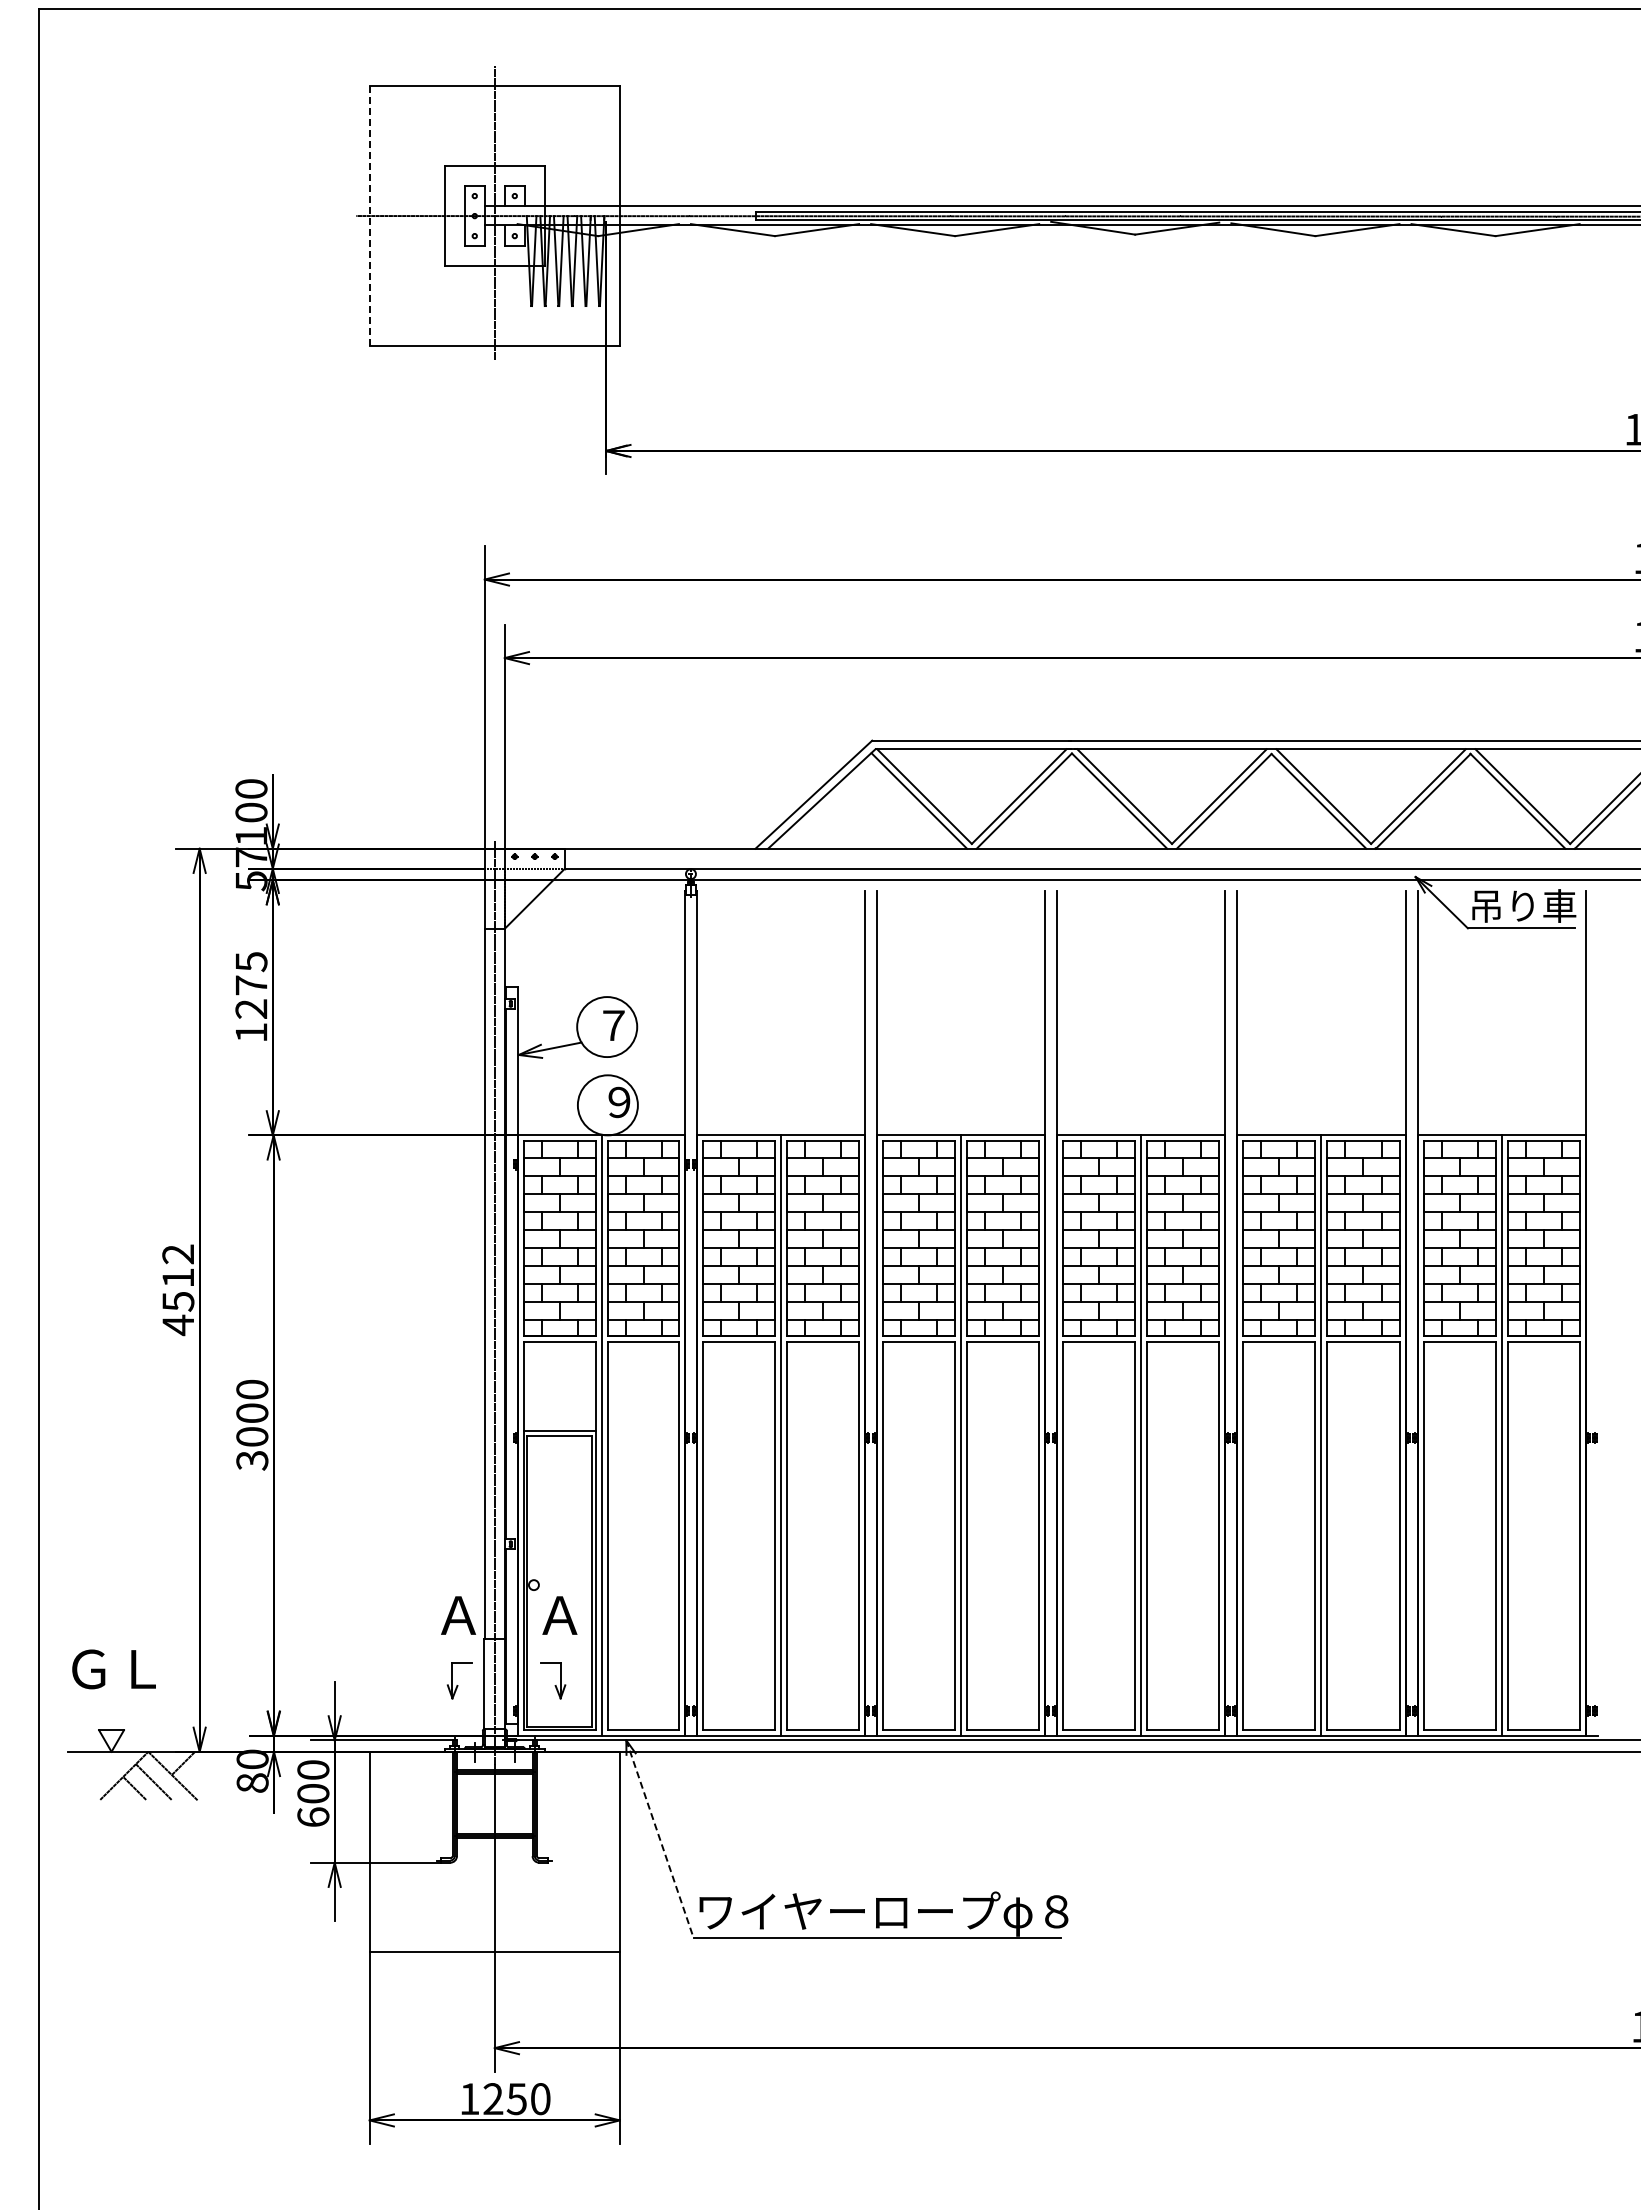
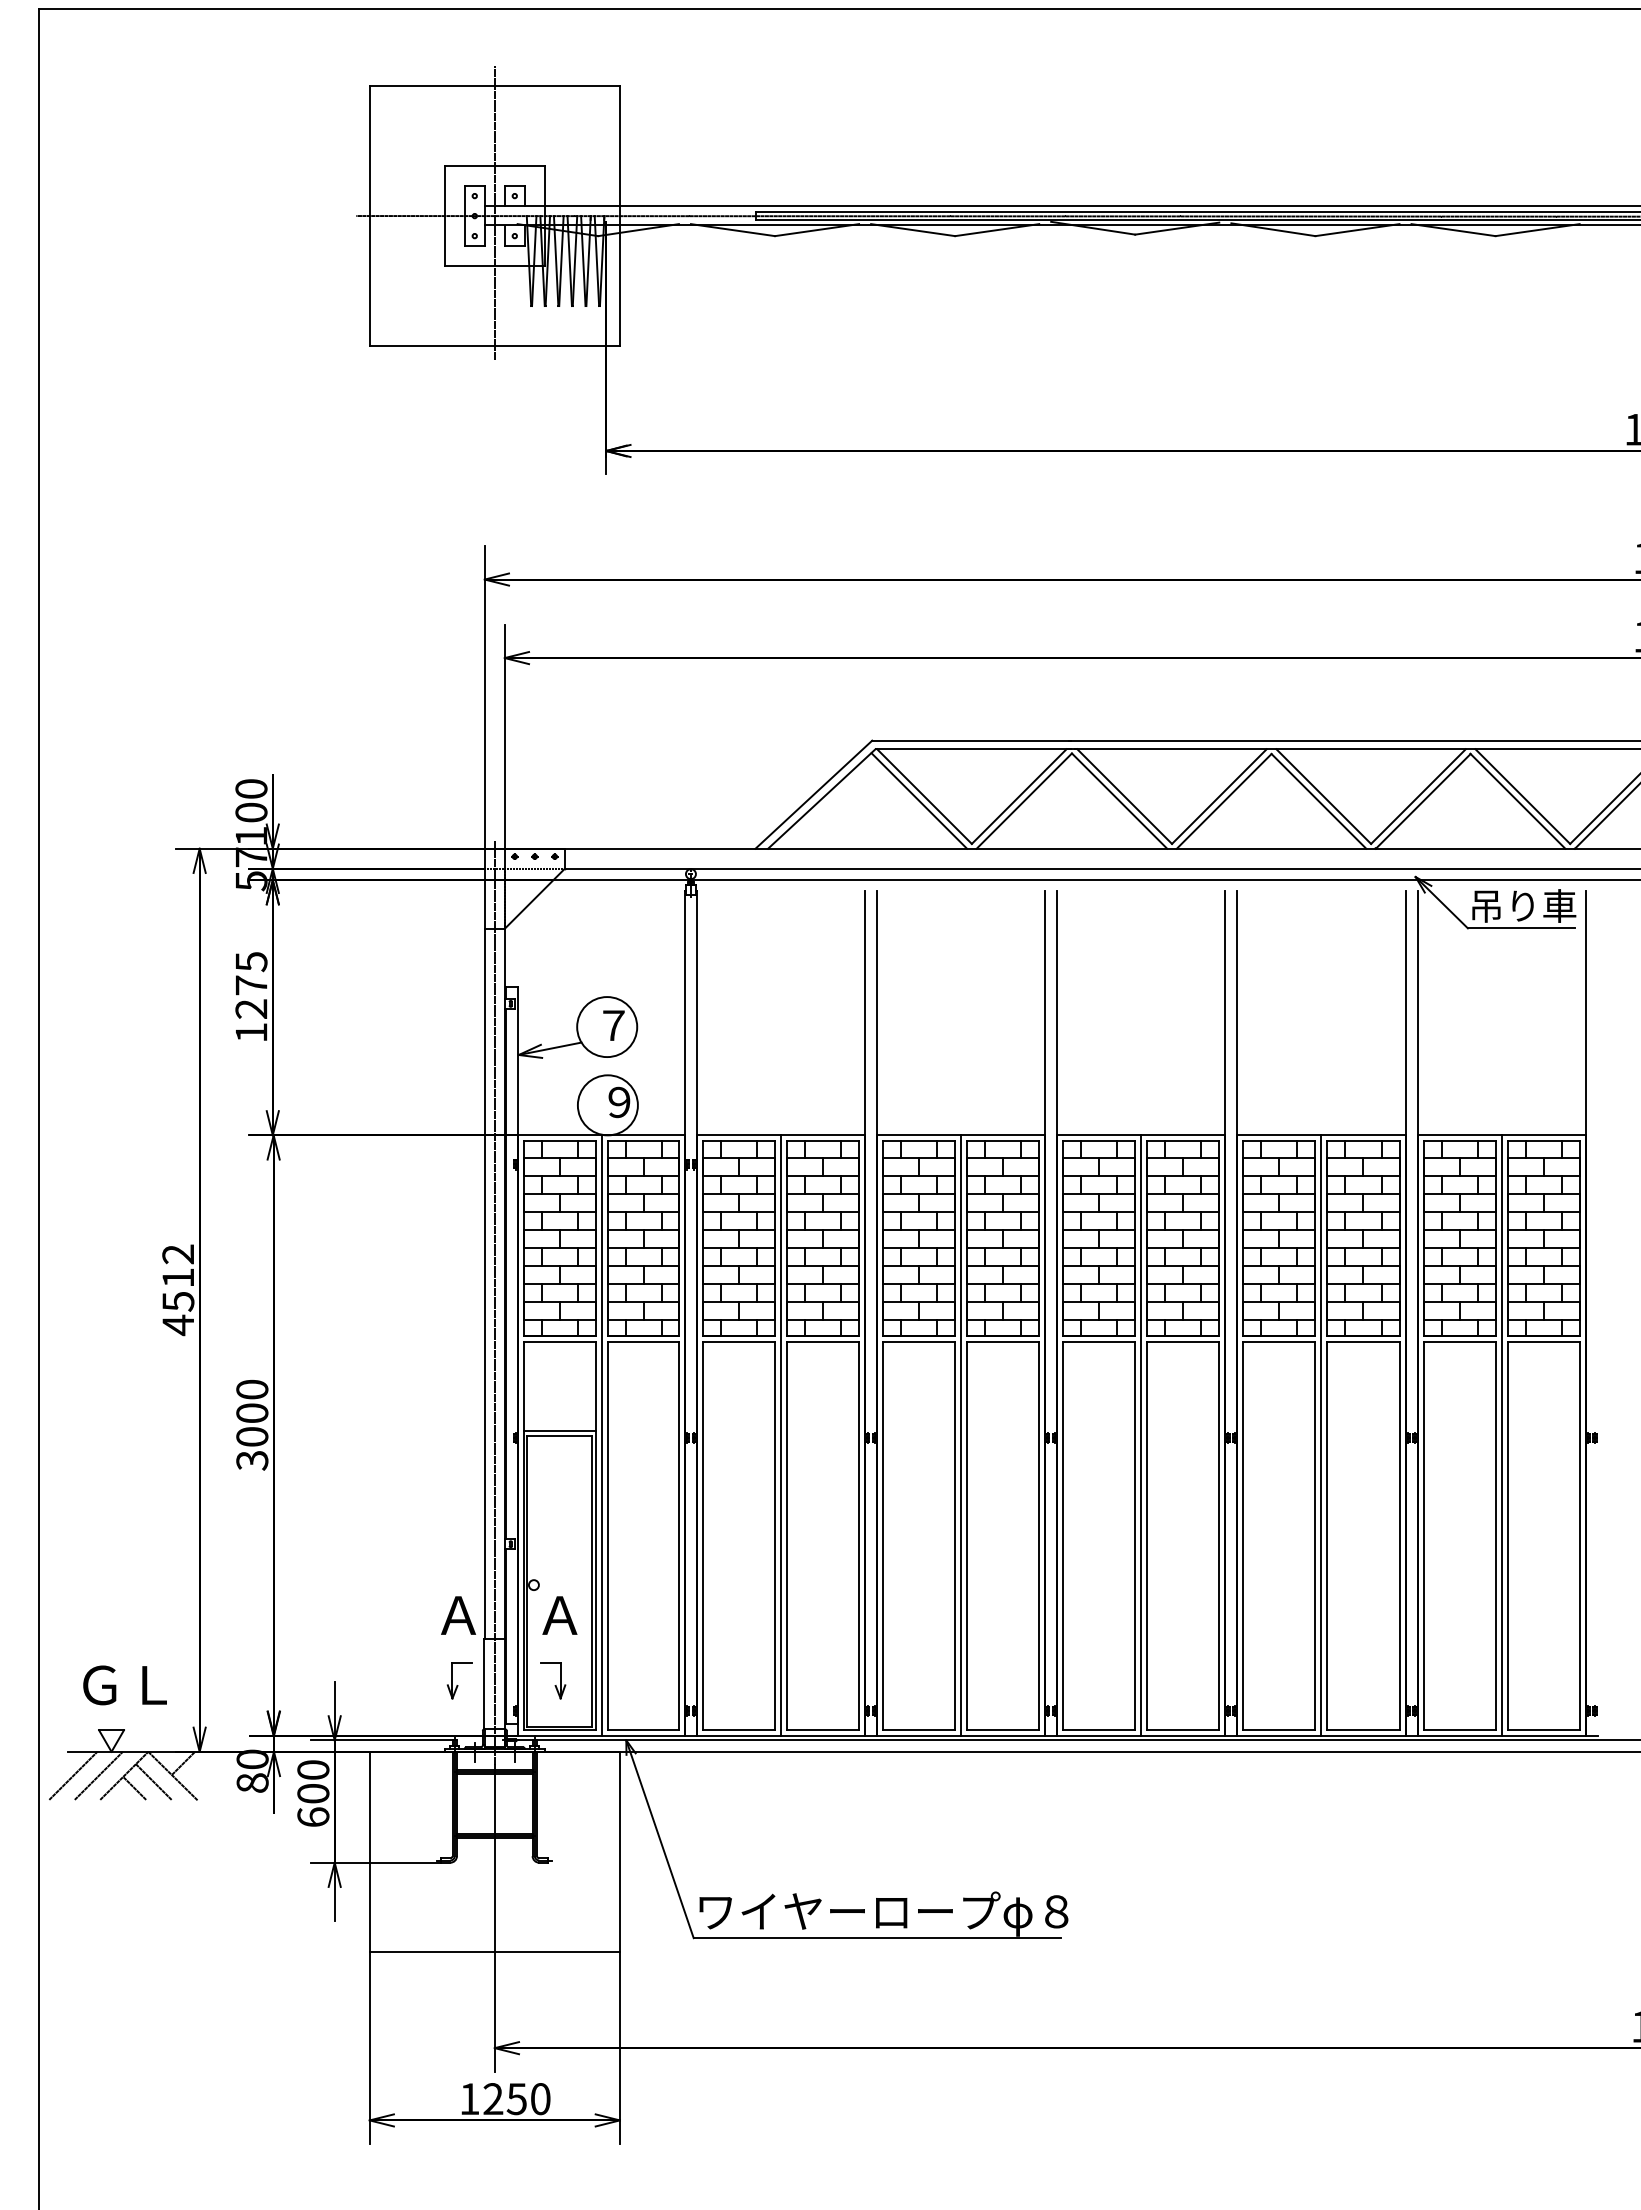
line at (369, 216): dashed -> solid
text at (113, 1669) position: (113, 1669) -> (124, 1685)
line at (73, 1775): none -> present
line at (98, 1775): none -> present
line at (660, 1839): dashed -> solid
